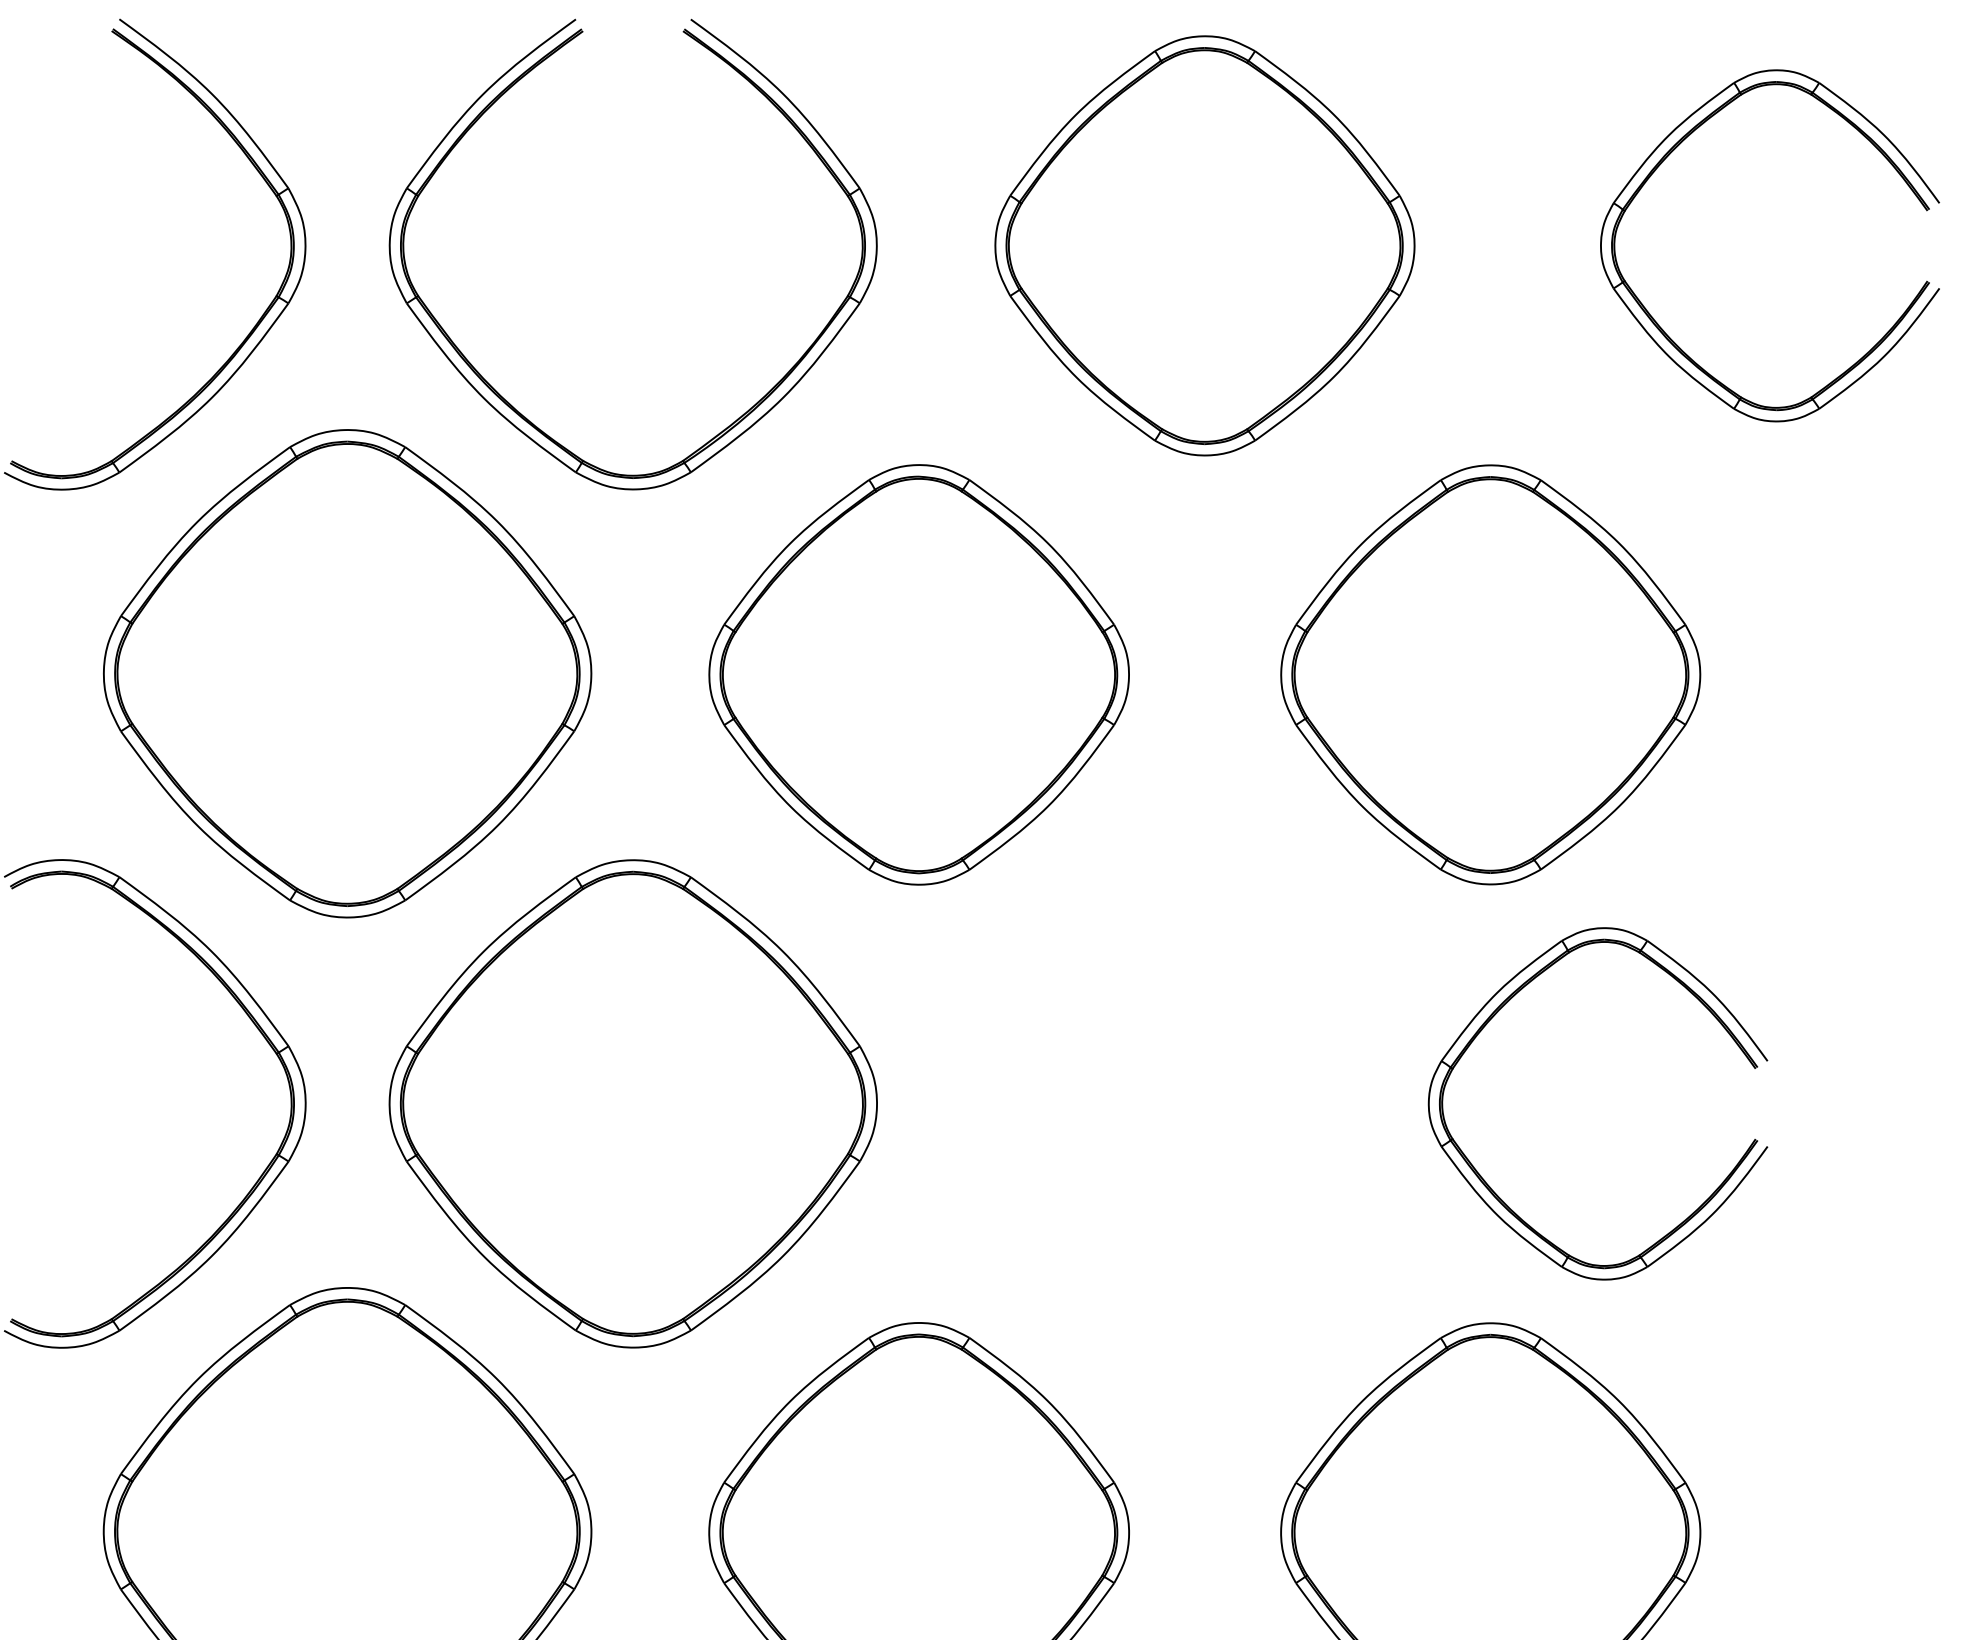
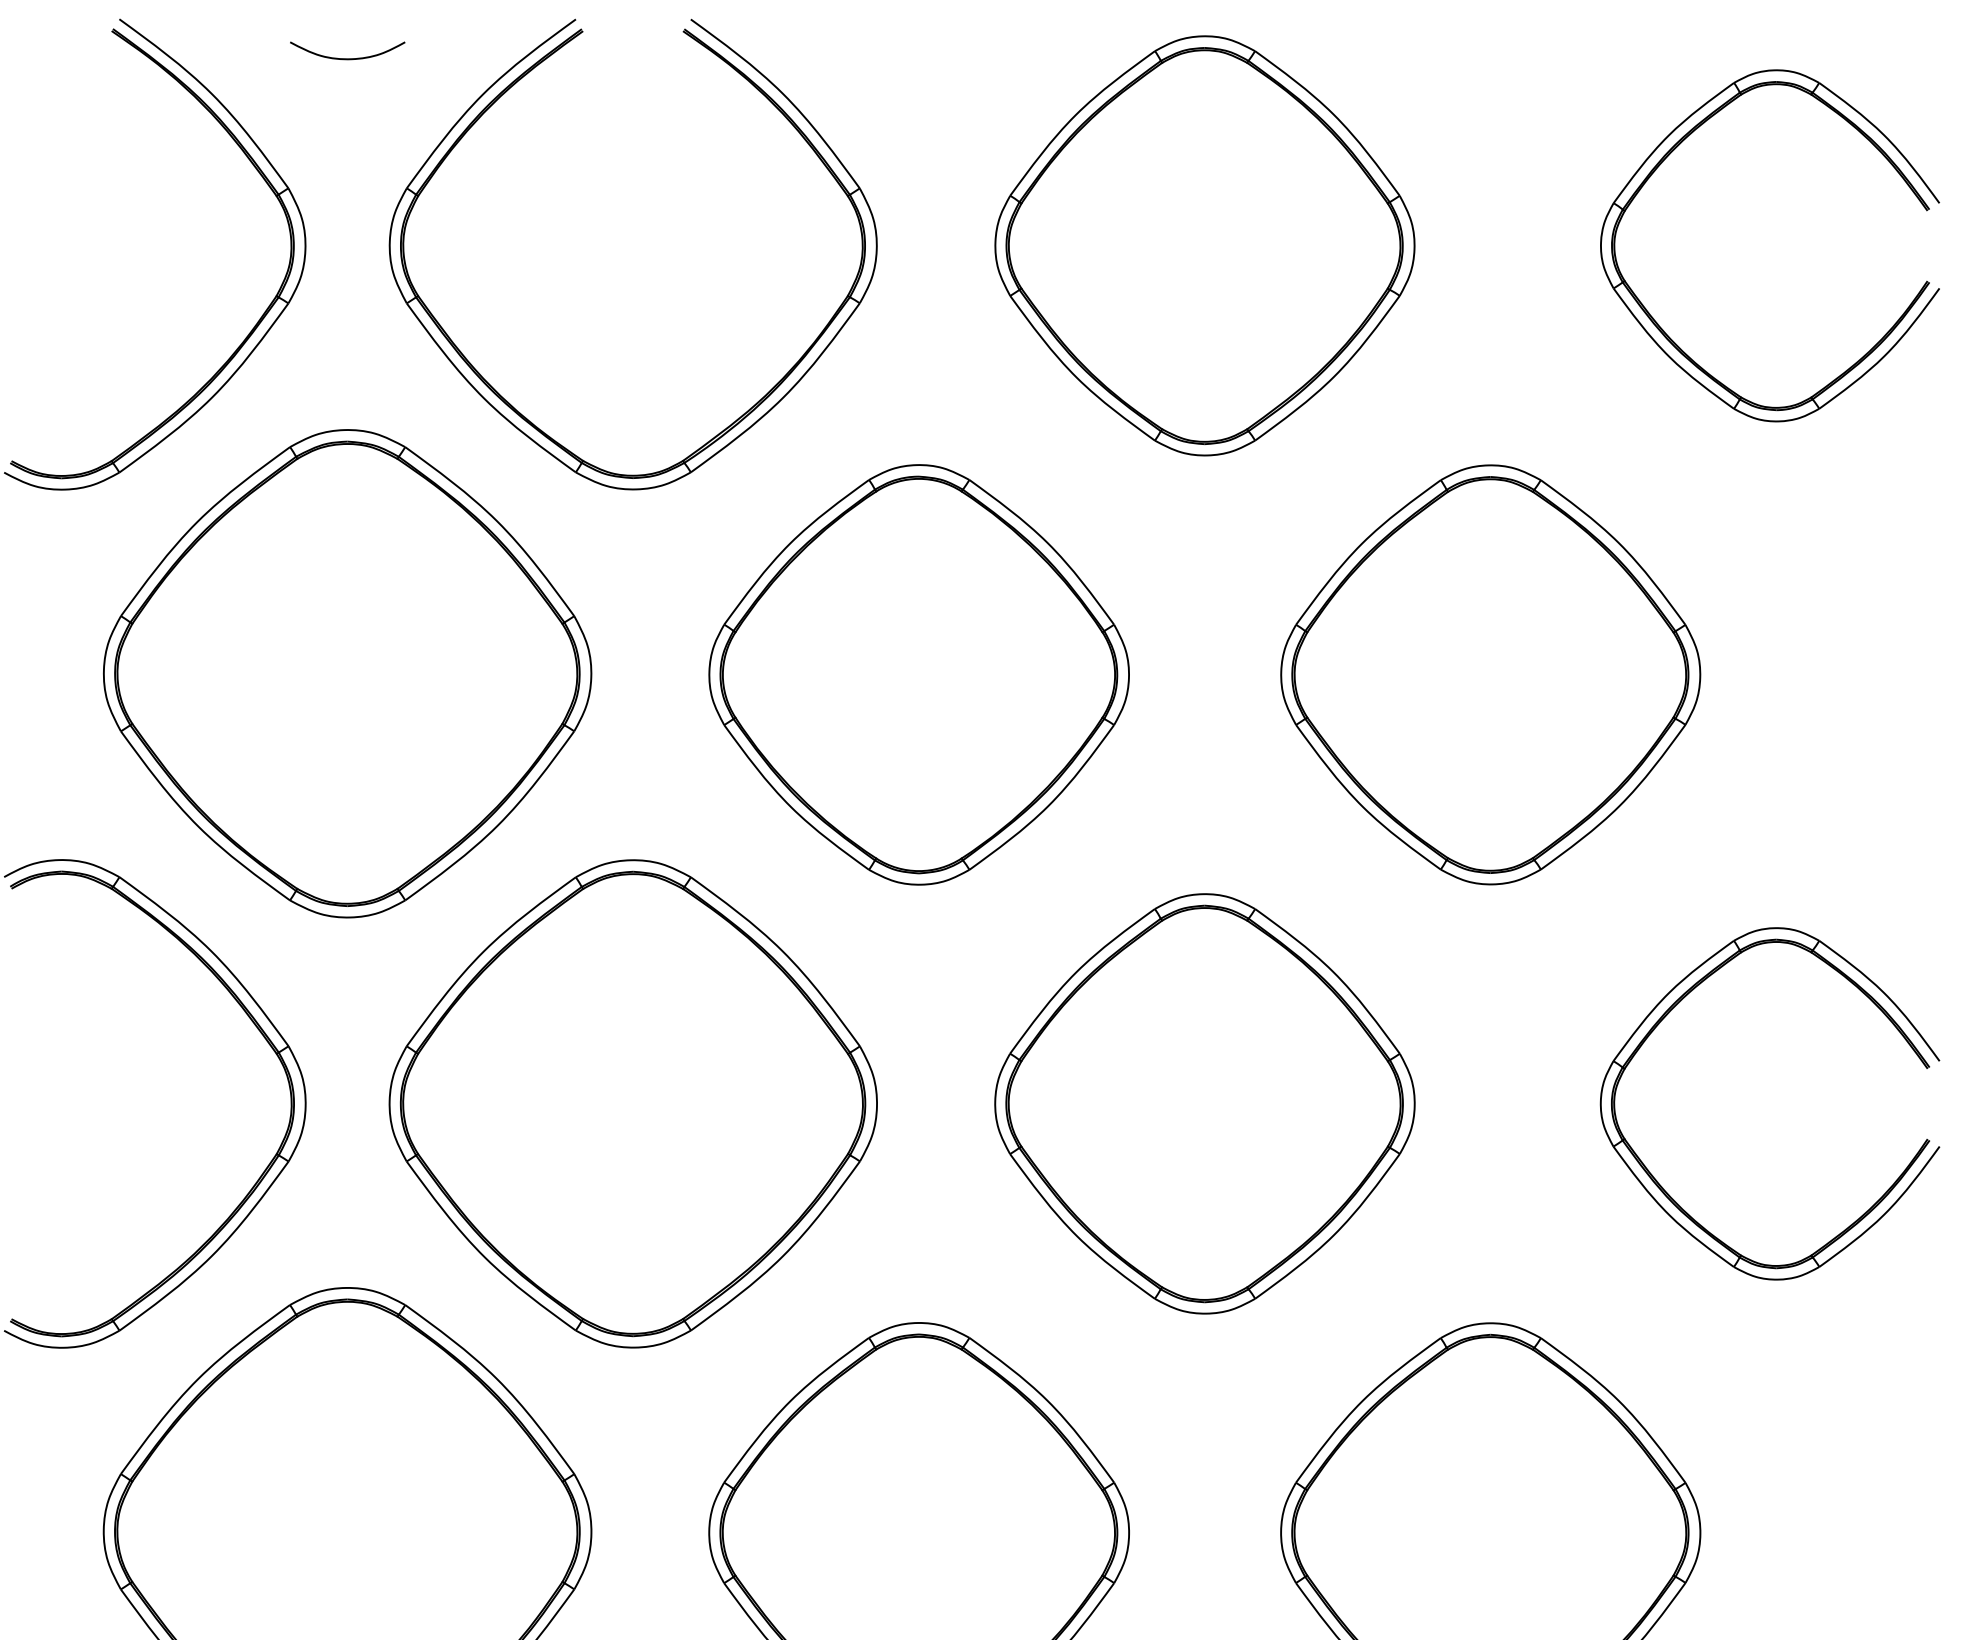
curve at (347, 58): none -> present
part at (1497, 1013) position: (1497, 1013) -> (1669, 1013)
part at (1204, 1103): none -> present
